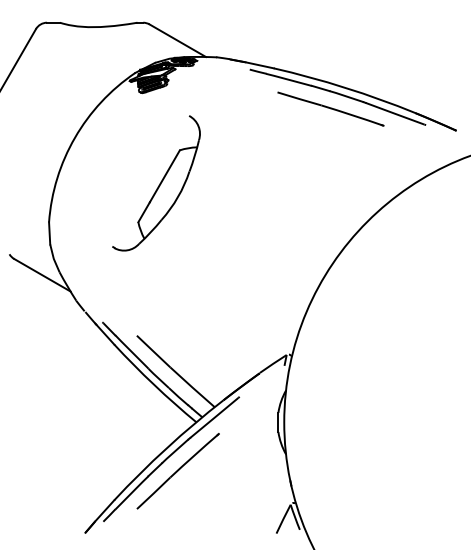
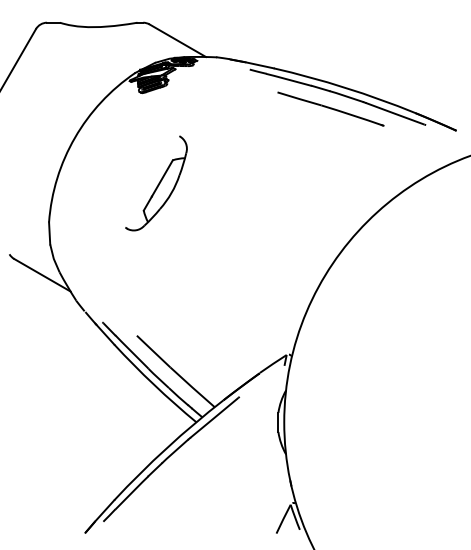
part at (156, 183) size: 89x137 px -> 63x97 px
line at (177, 471): present -> none
